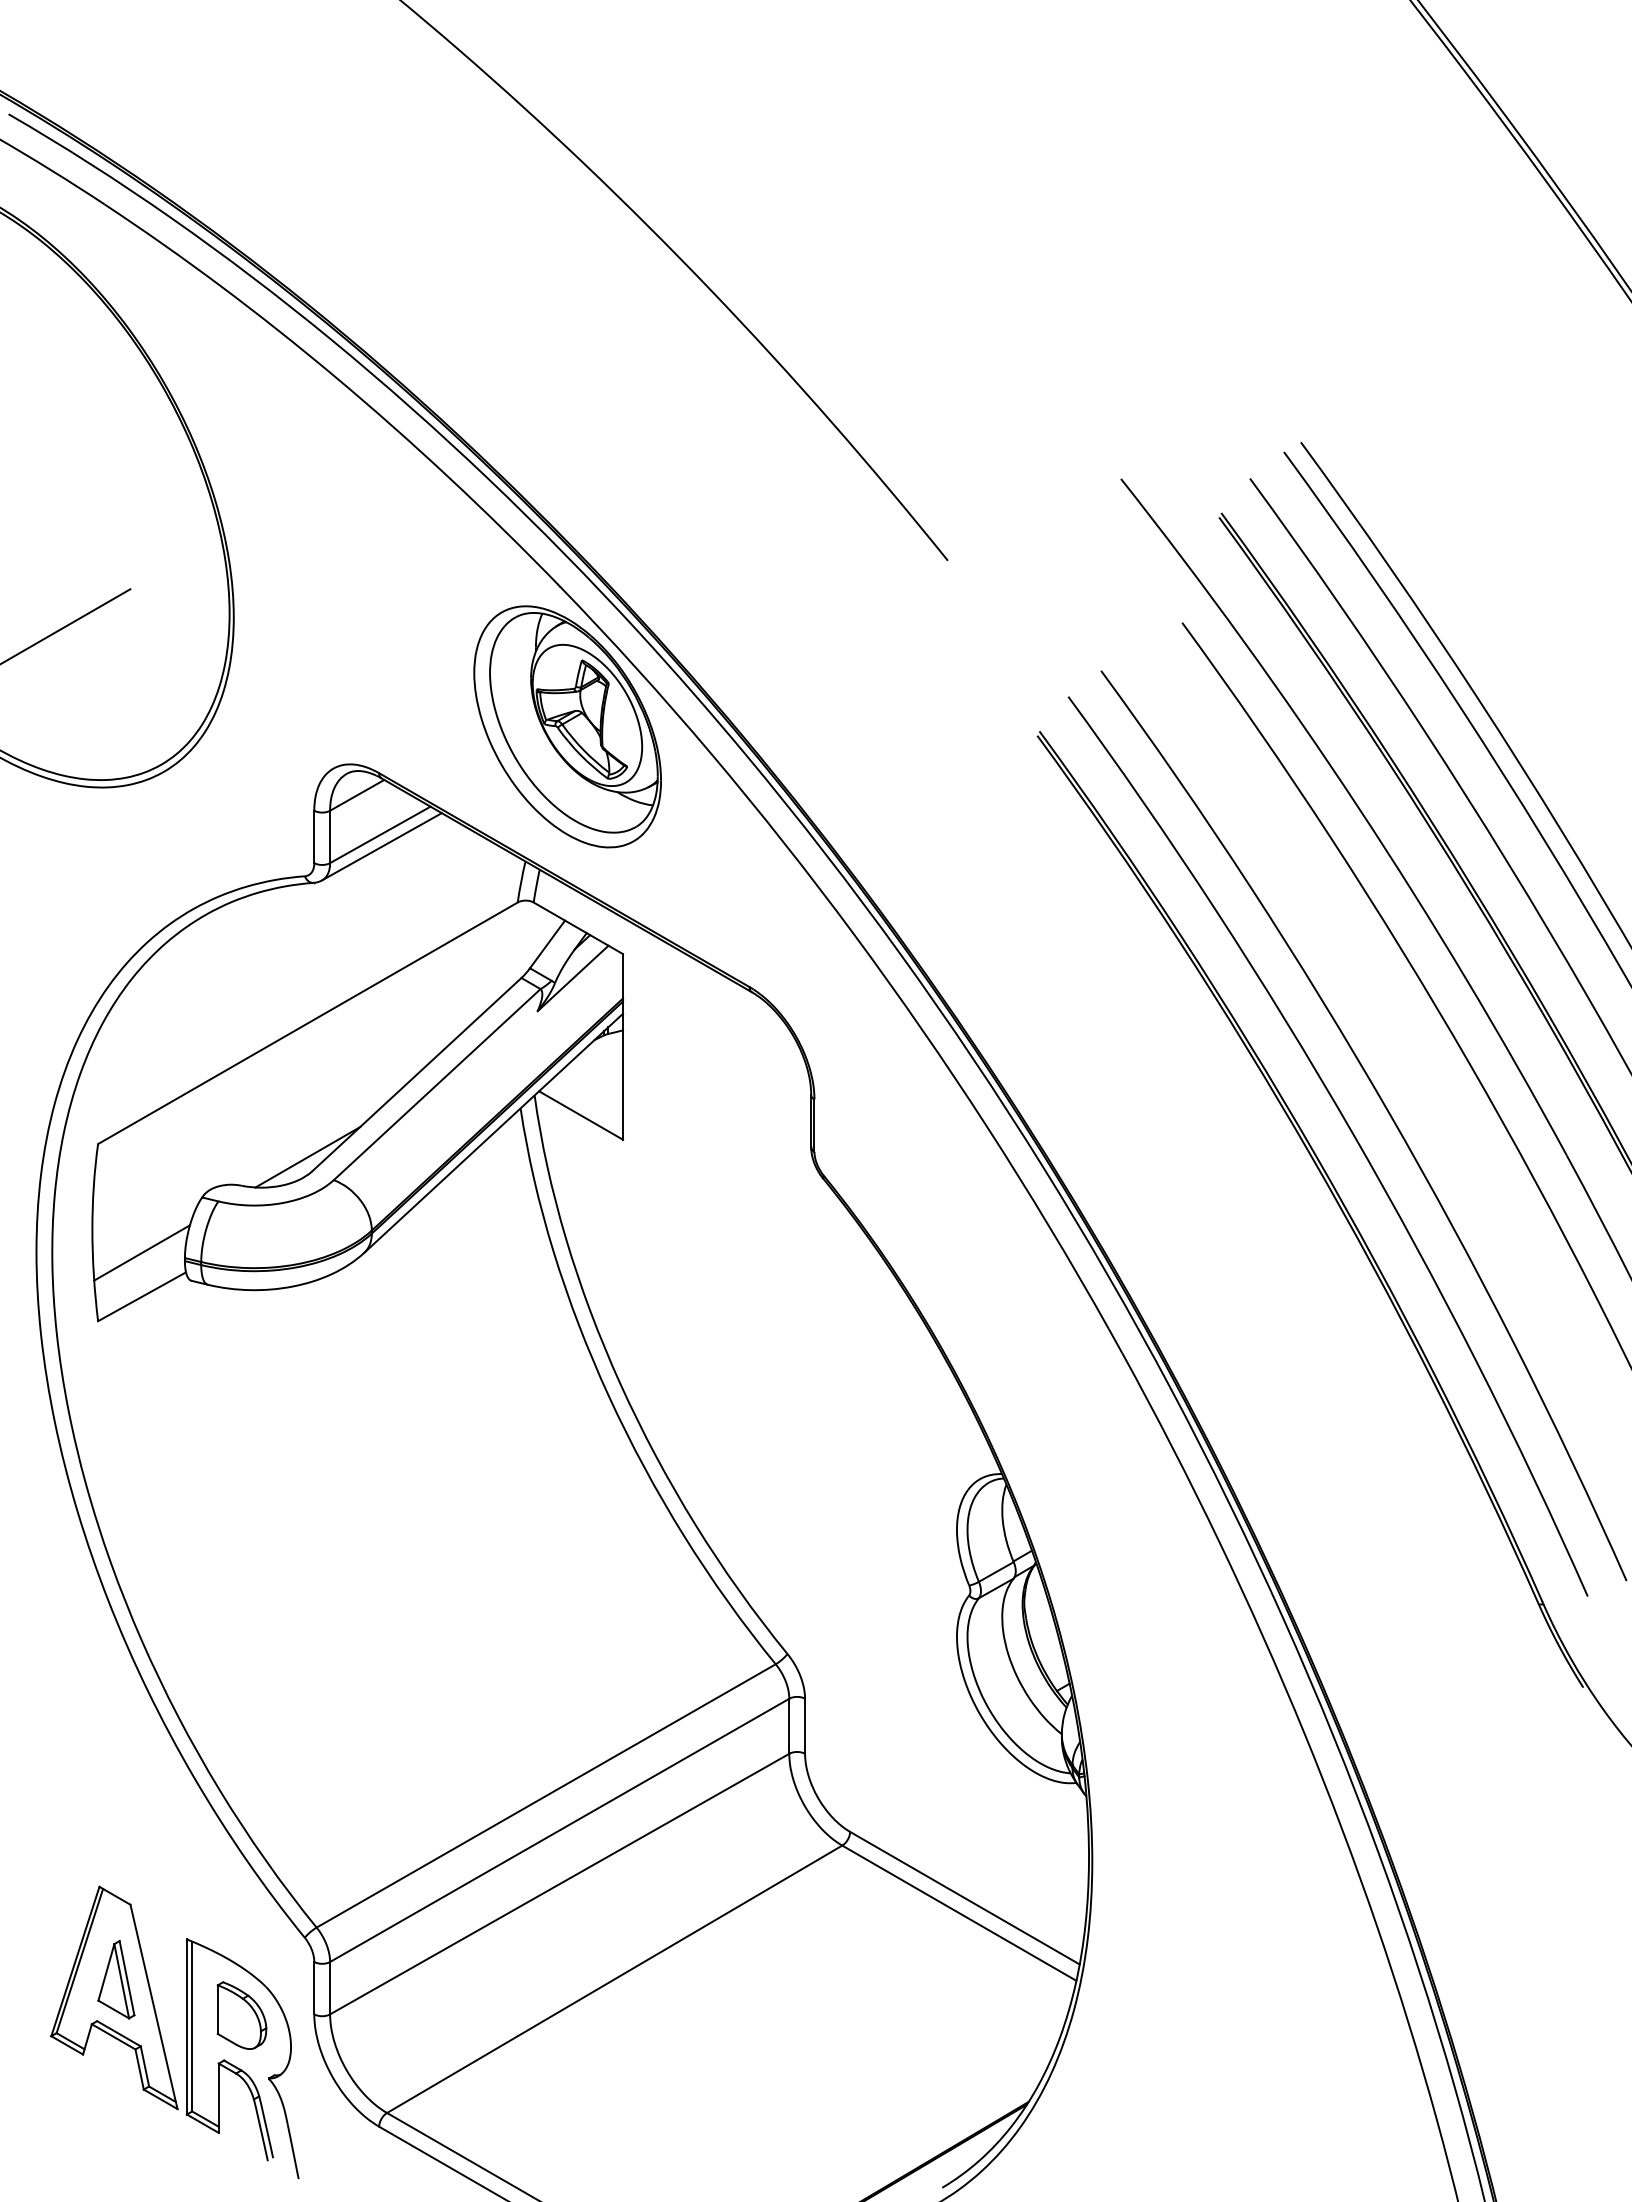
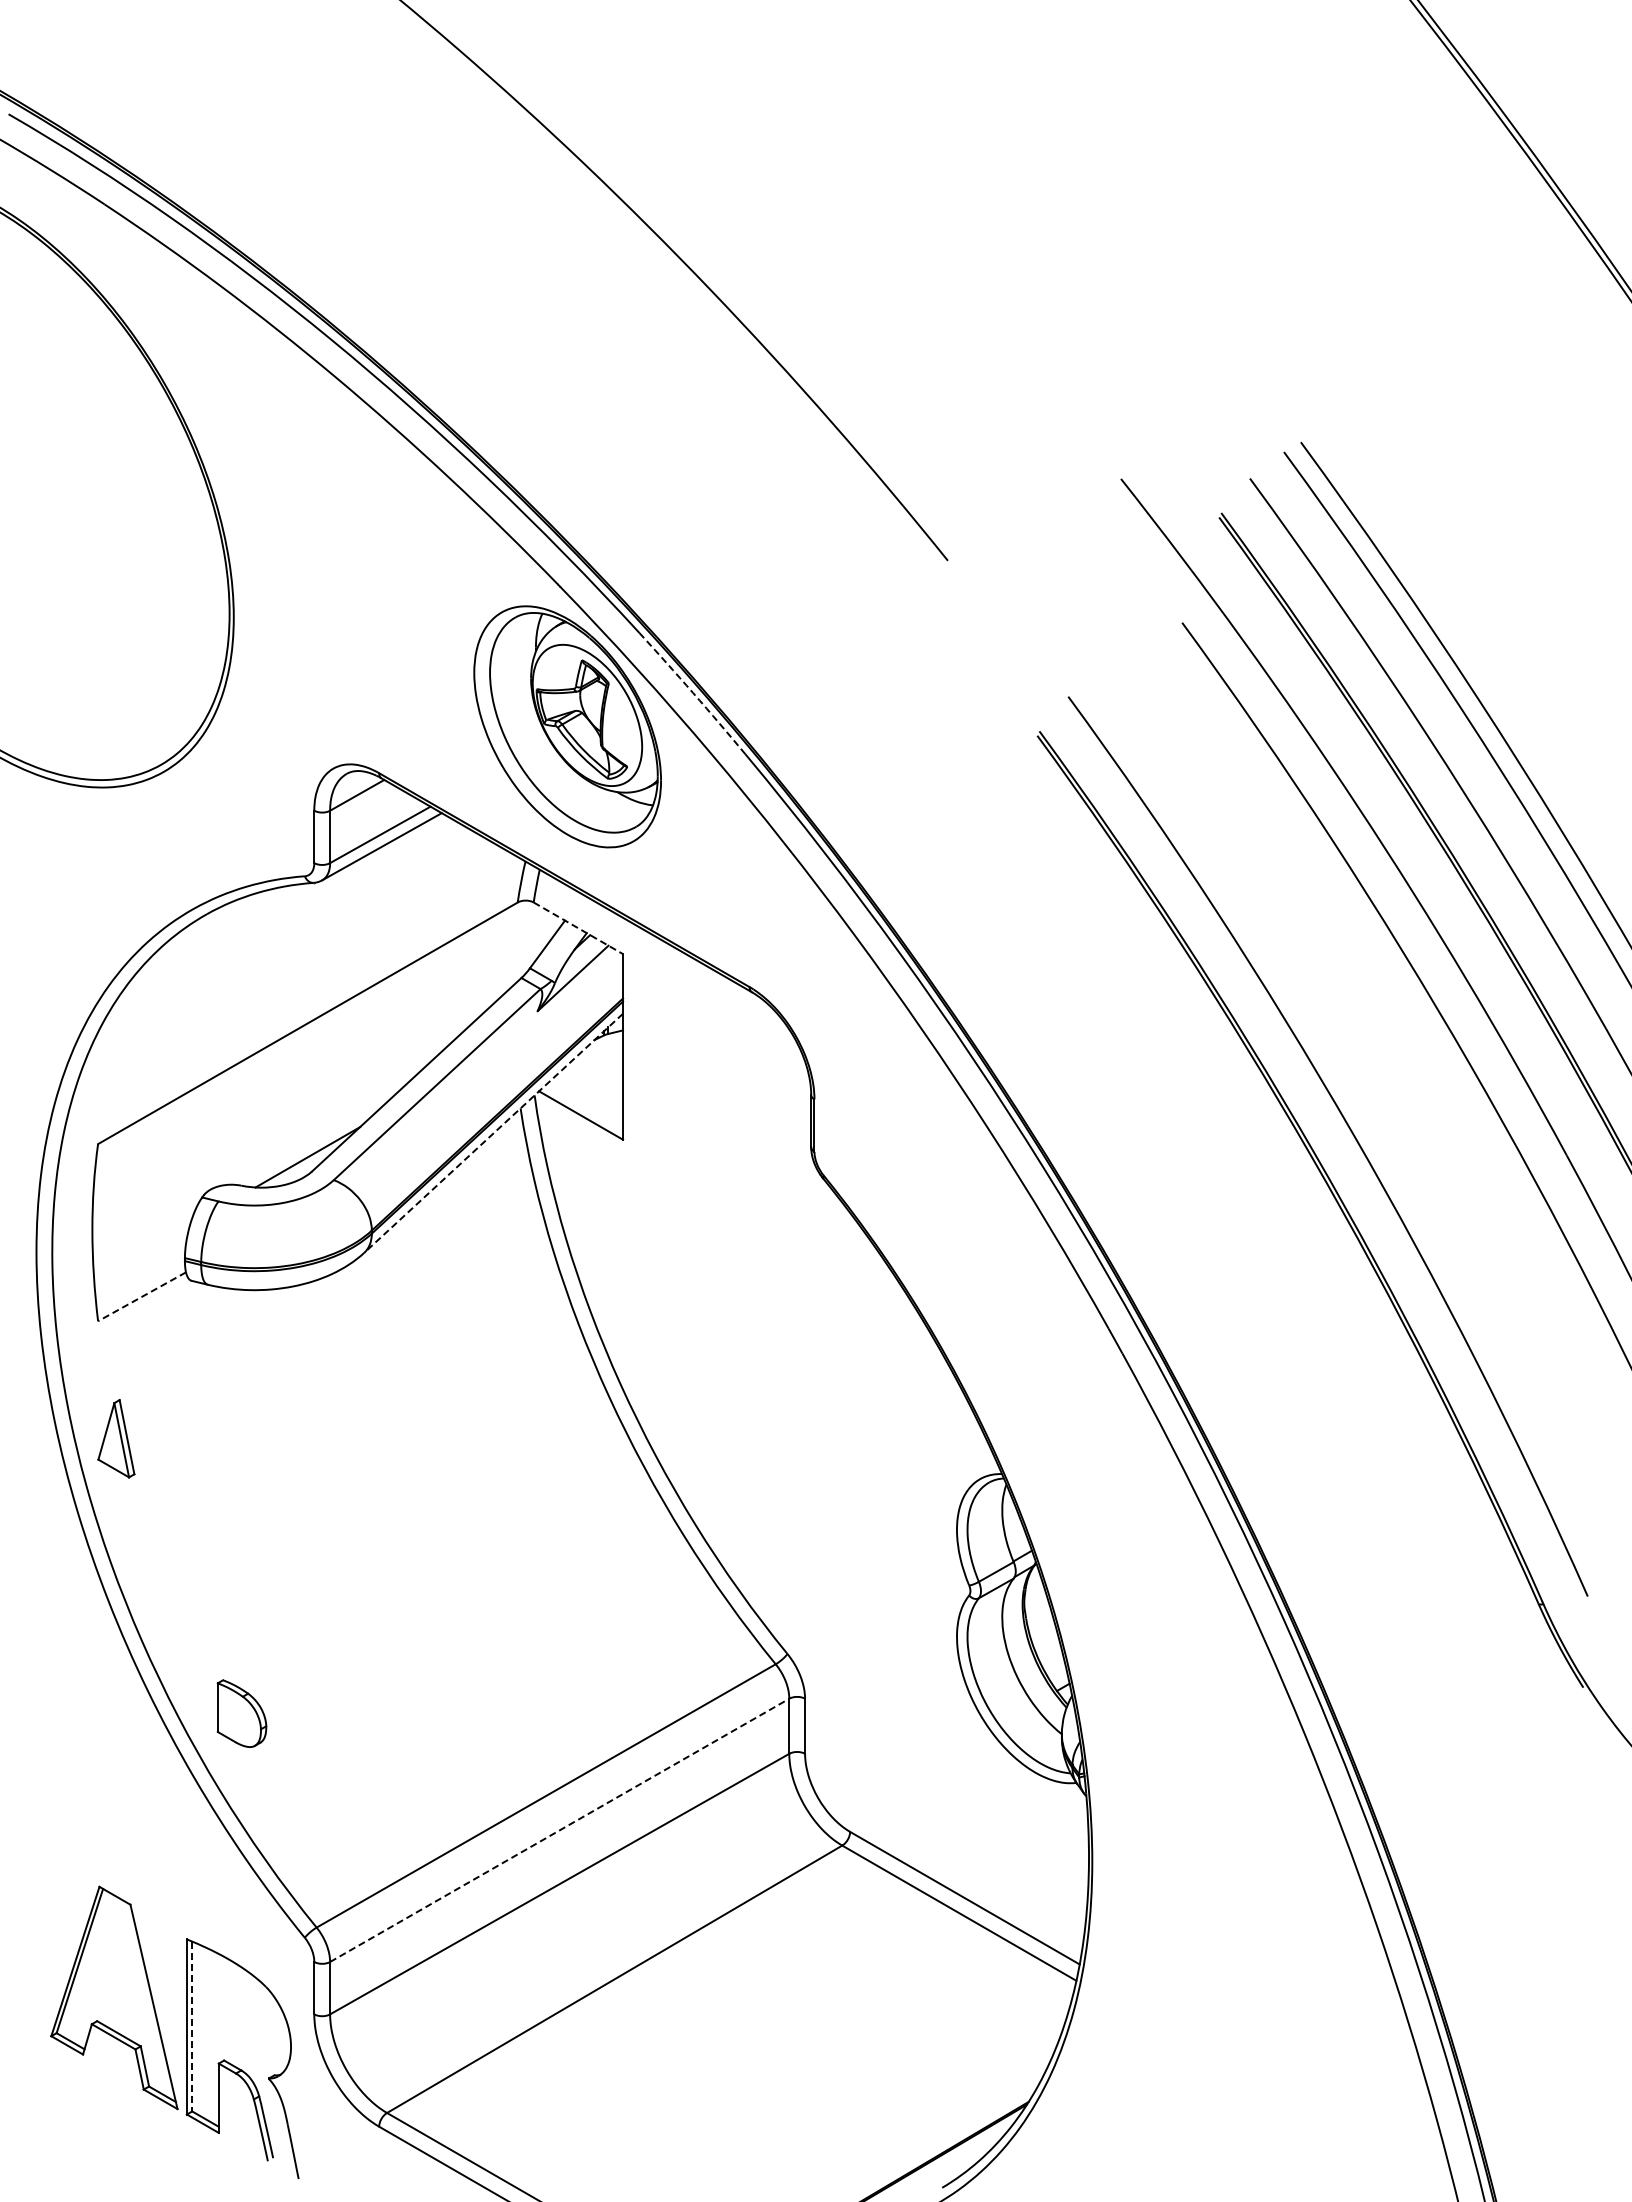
line at (66, 626): present -> none
arc at (693, 693): solid -> dashed
line at (578, 928): solid -> dashed
curve at (1387, 1112): present -> none
line at (493, 1133): solid -> dashed
line at (141, 1252): present -> none
line at (141, 1297): solid -> dashed
line at (559, 1830): solid -> dashed
part at (116, 1979) position: (116, 1979) -> (116, 1438)
part at (241, 2015) position: (241, 2015) -> (241, 1713)
line at (192, 2026): solid -> dashed
